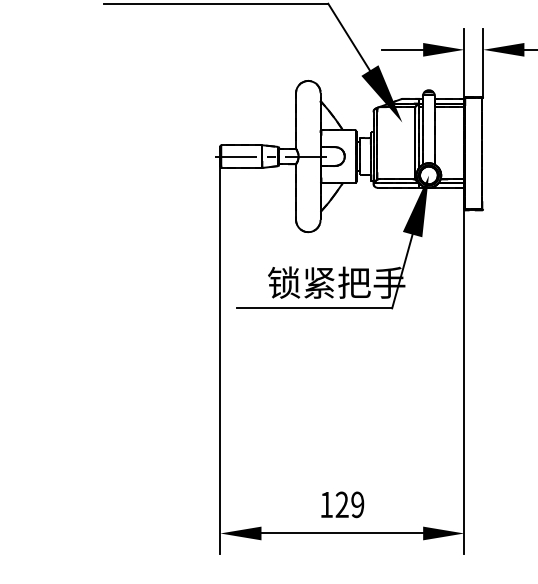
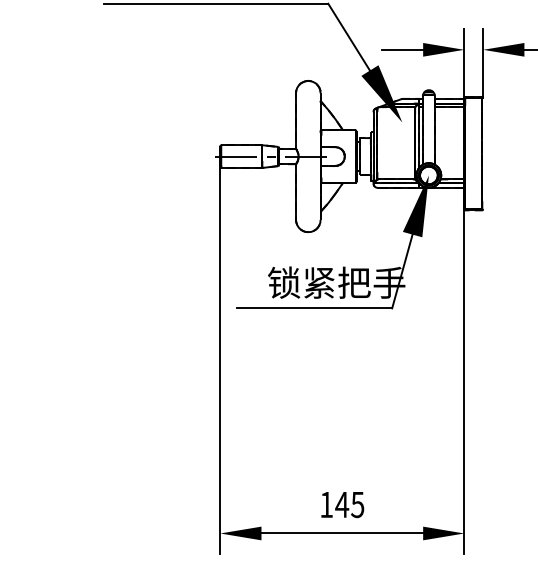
text at (349, 504): 129 -> 145
